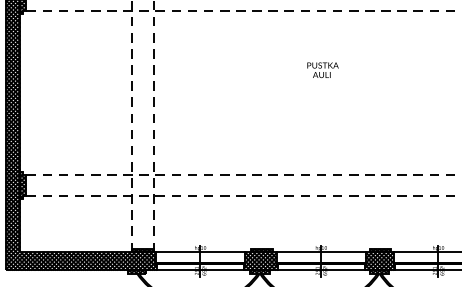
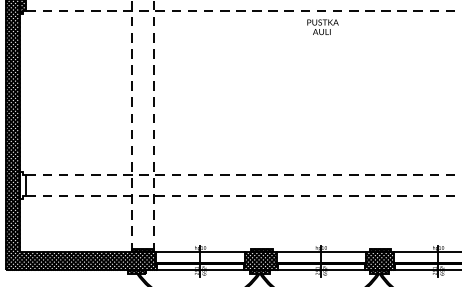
text at (322, 69) position: (322, 69) -> (322, 26)
hatch at (23, 185): present -> none
